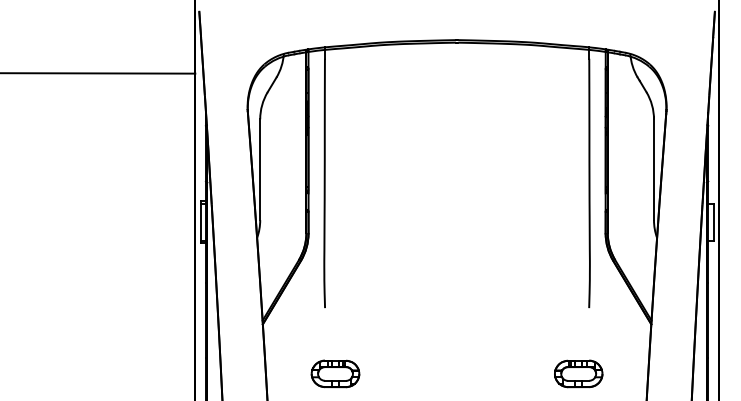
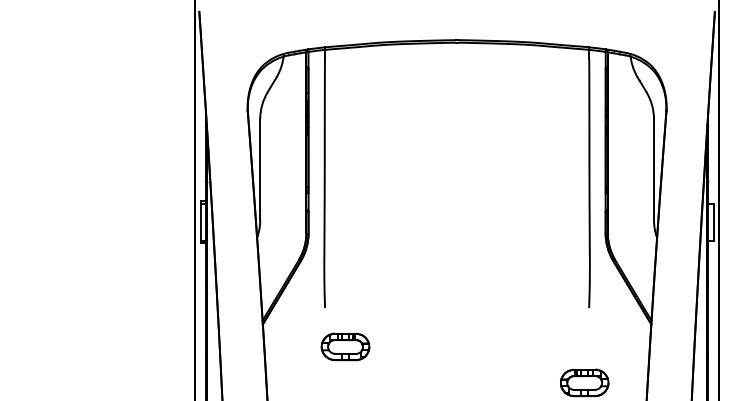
line at (98, 73): present -> none
part at (335, 373) position: (335, 373) -> (345, 346)
part at (578, 373) position: (578, 373) -> (584, 382)
